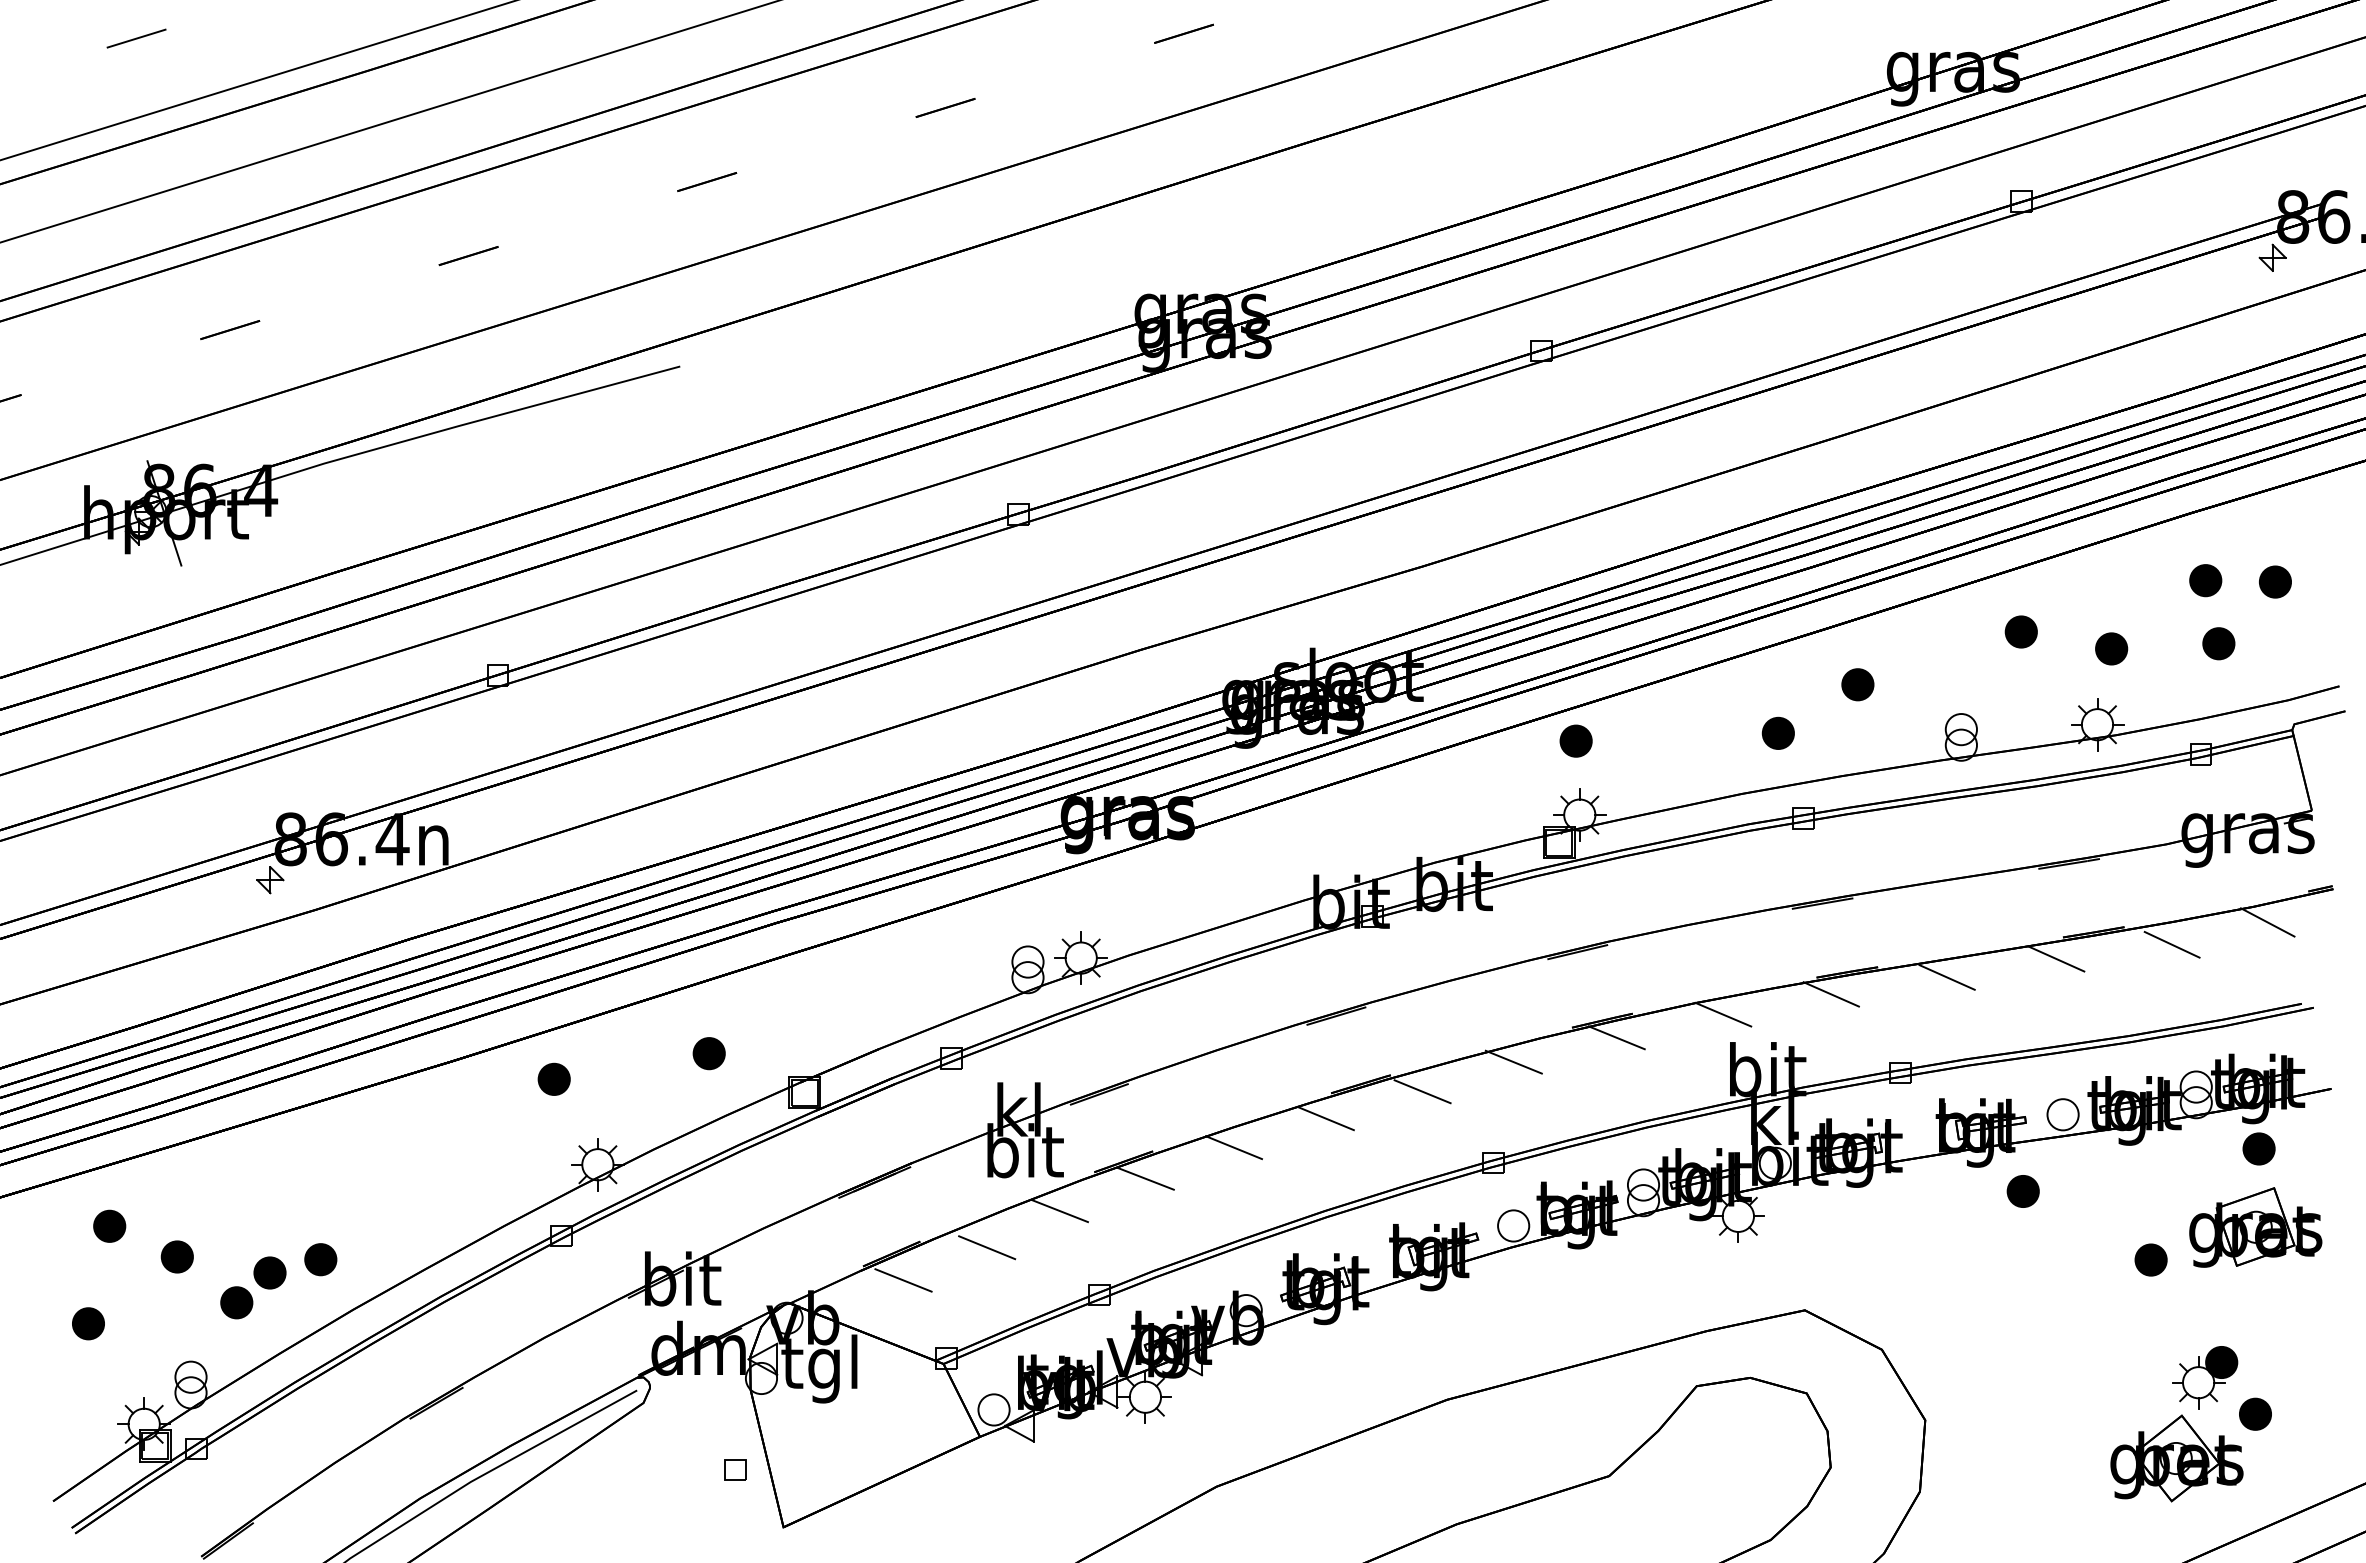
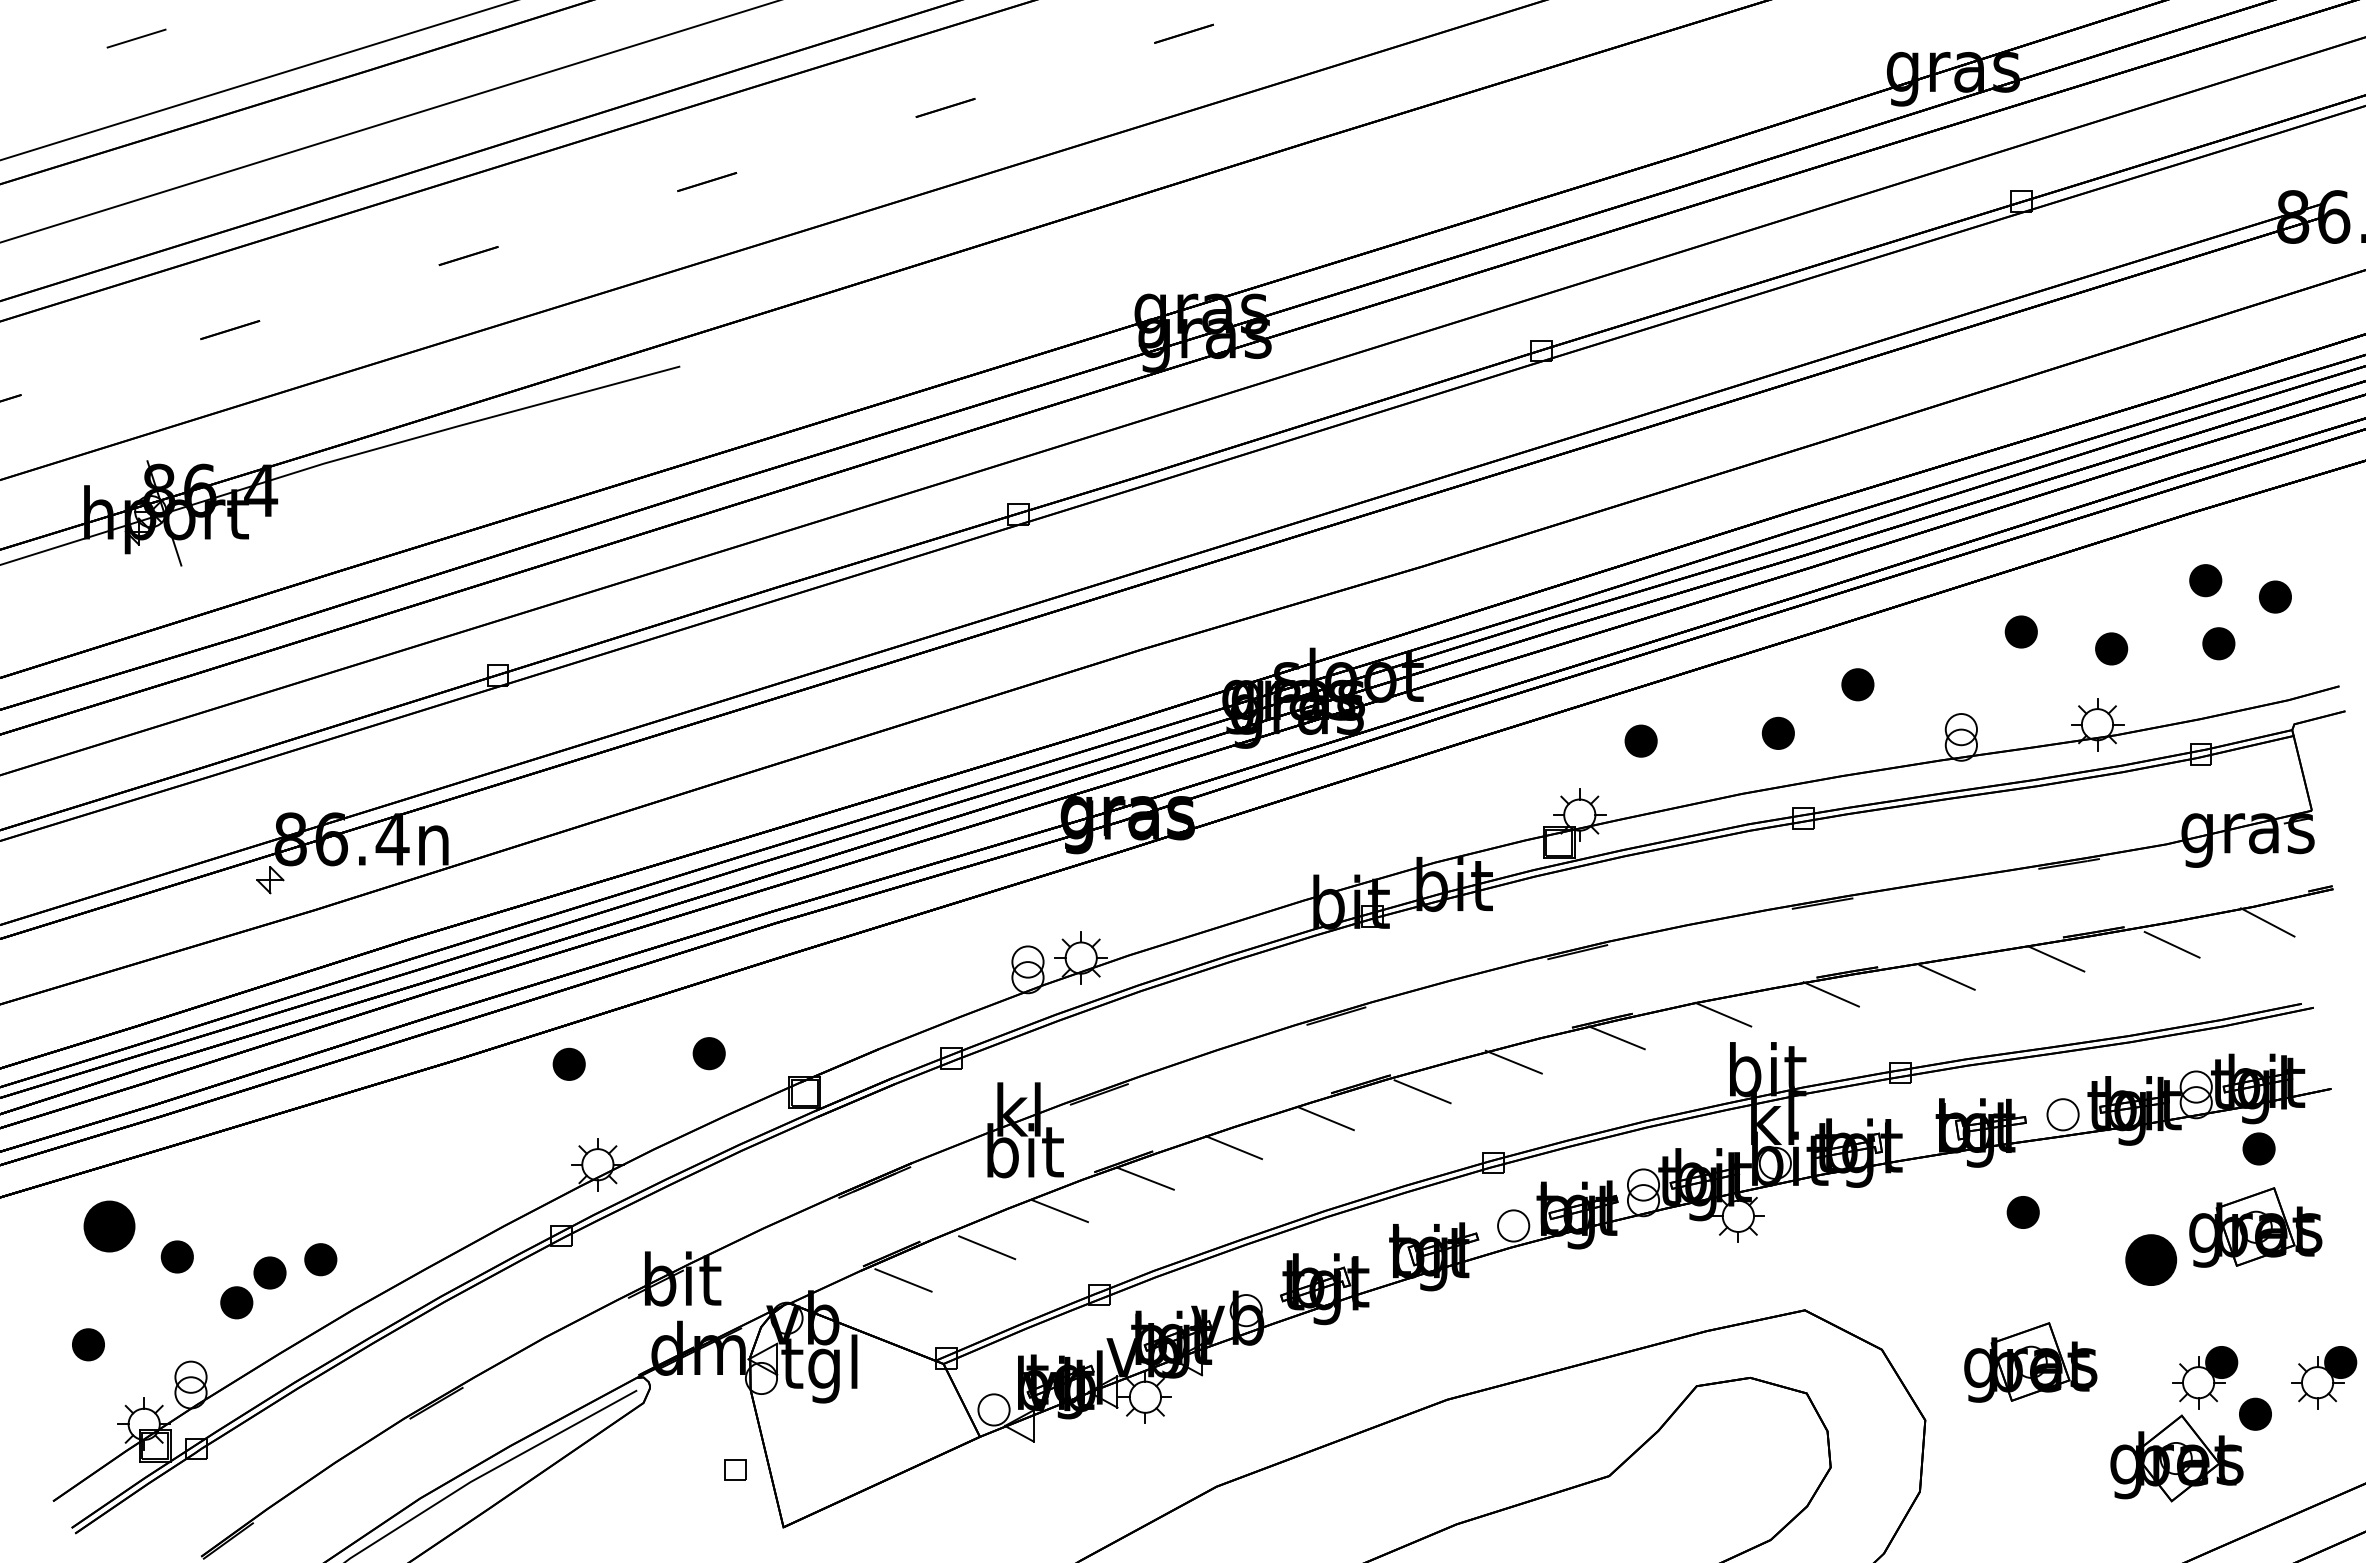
part at (2272, 257): present -> none
part at (2275, 581) position: (2275, 581) -> (2275, 596)
part at (1575, 740) position: (1575, 740) -> (1640, 740)
part at (553, 1078) position: (553, 1078) -> (568, 1063)
part at (2022, 1191) position: (2022, 1191) -> (2022, 1212)
part at (109, 1225) size: 34x34 px -> 53x53 px
part at (2150, 1259) size: 34x34 px -> 53x52 px
part at (88, 1323) position: (88, 1323) -> (88, 1344)
part at (2030, 1362): none -> present
part at (2324, 1377): none -> present
